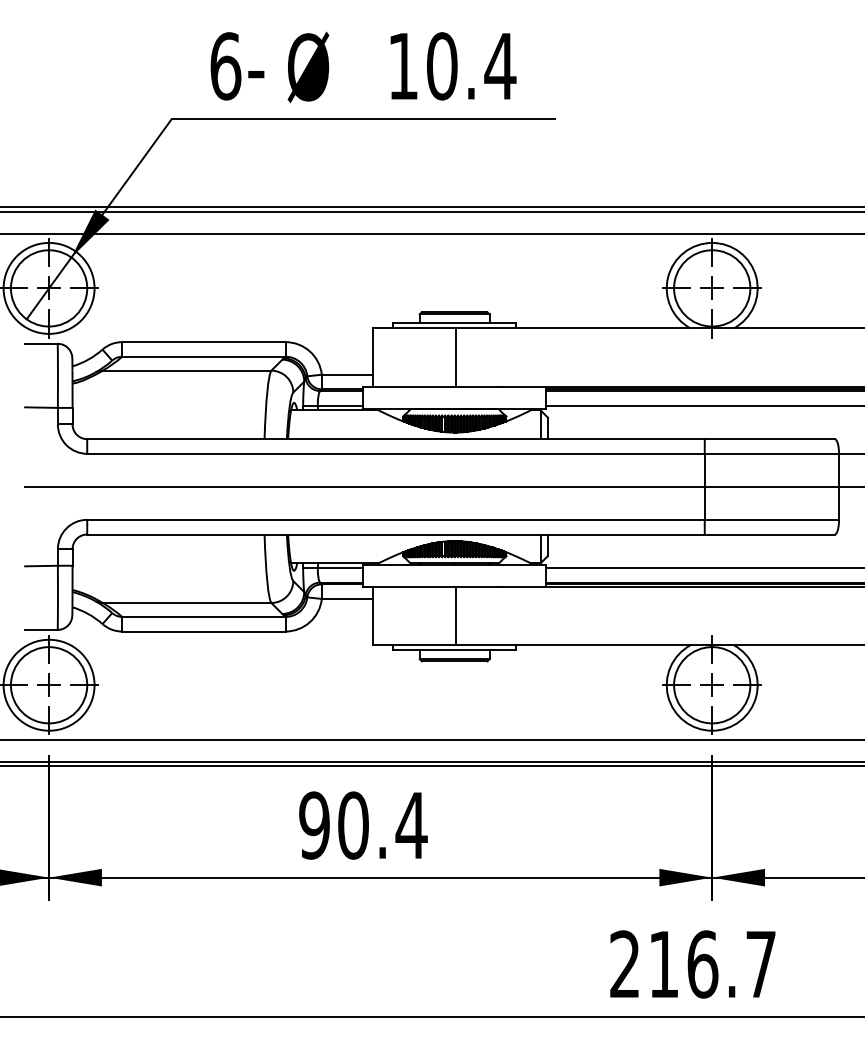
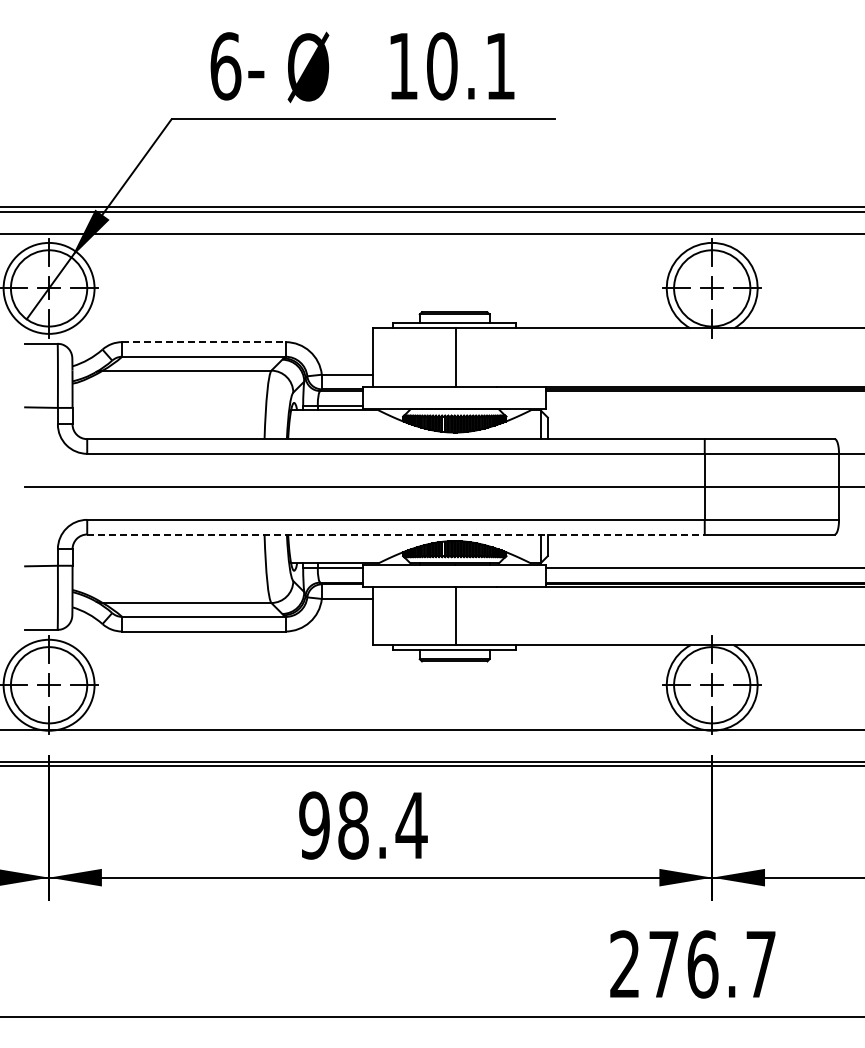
text at (500, 66): 10.4 -> 10.1
line at (203, 342): solid -> dashed
line at (703, 405): present -> none
line at (395, 534): solid -> dashed
line at (431, 739) position: (431, 739) -> (431, 729)
text at (353, 825): 90.4 -> 98.4
text at (663, 964): 216.7 -> 276.7
